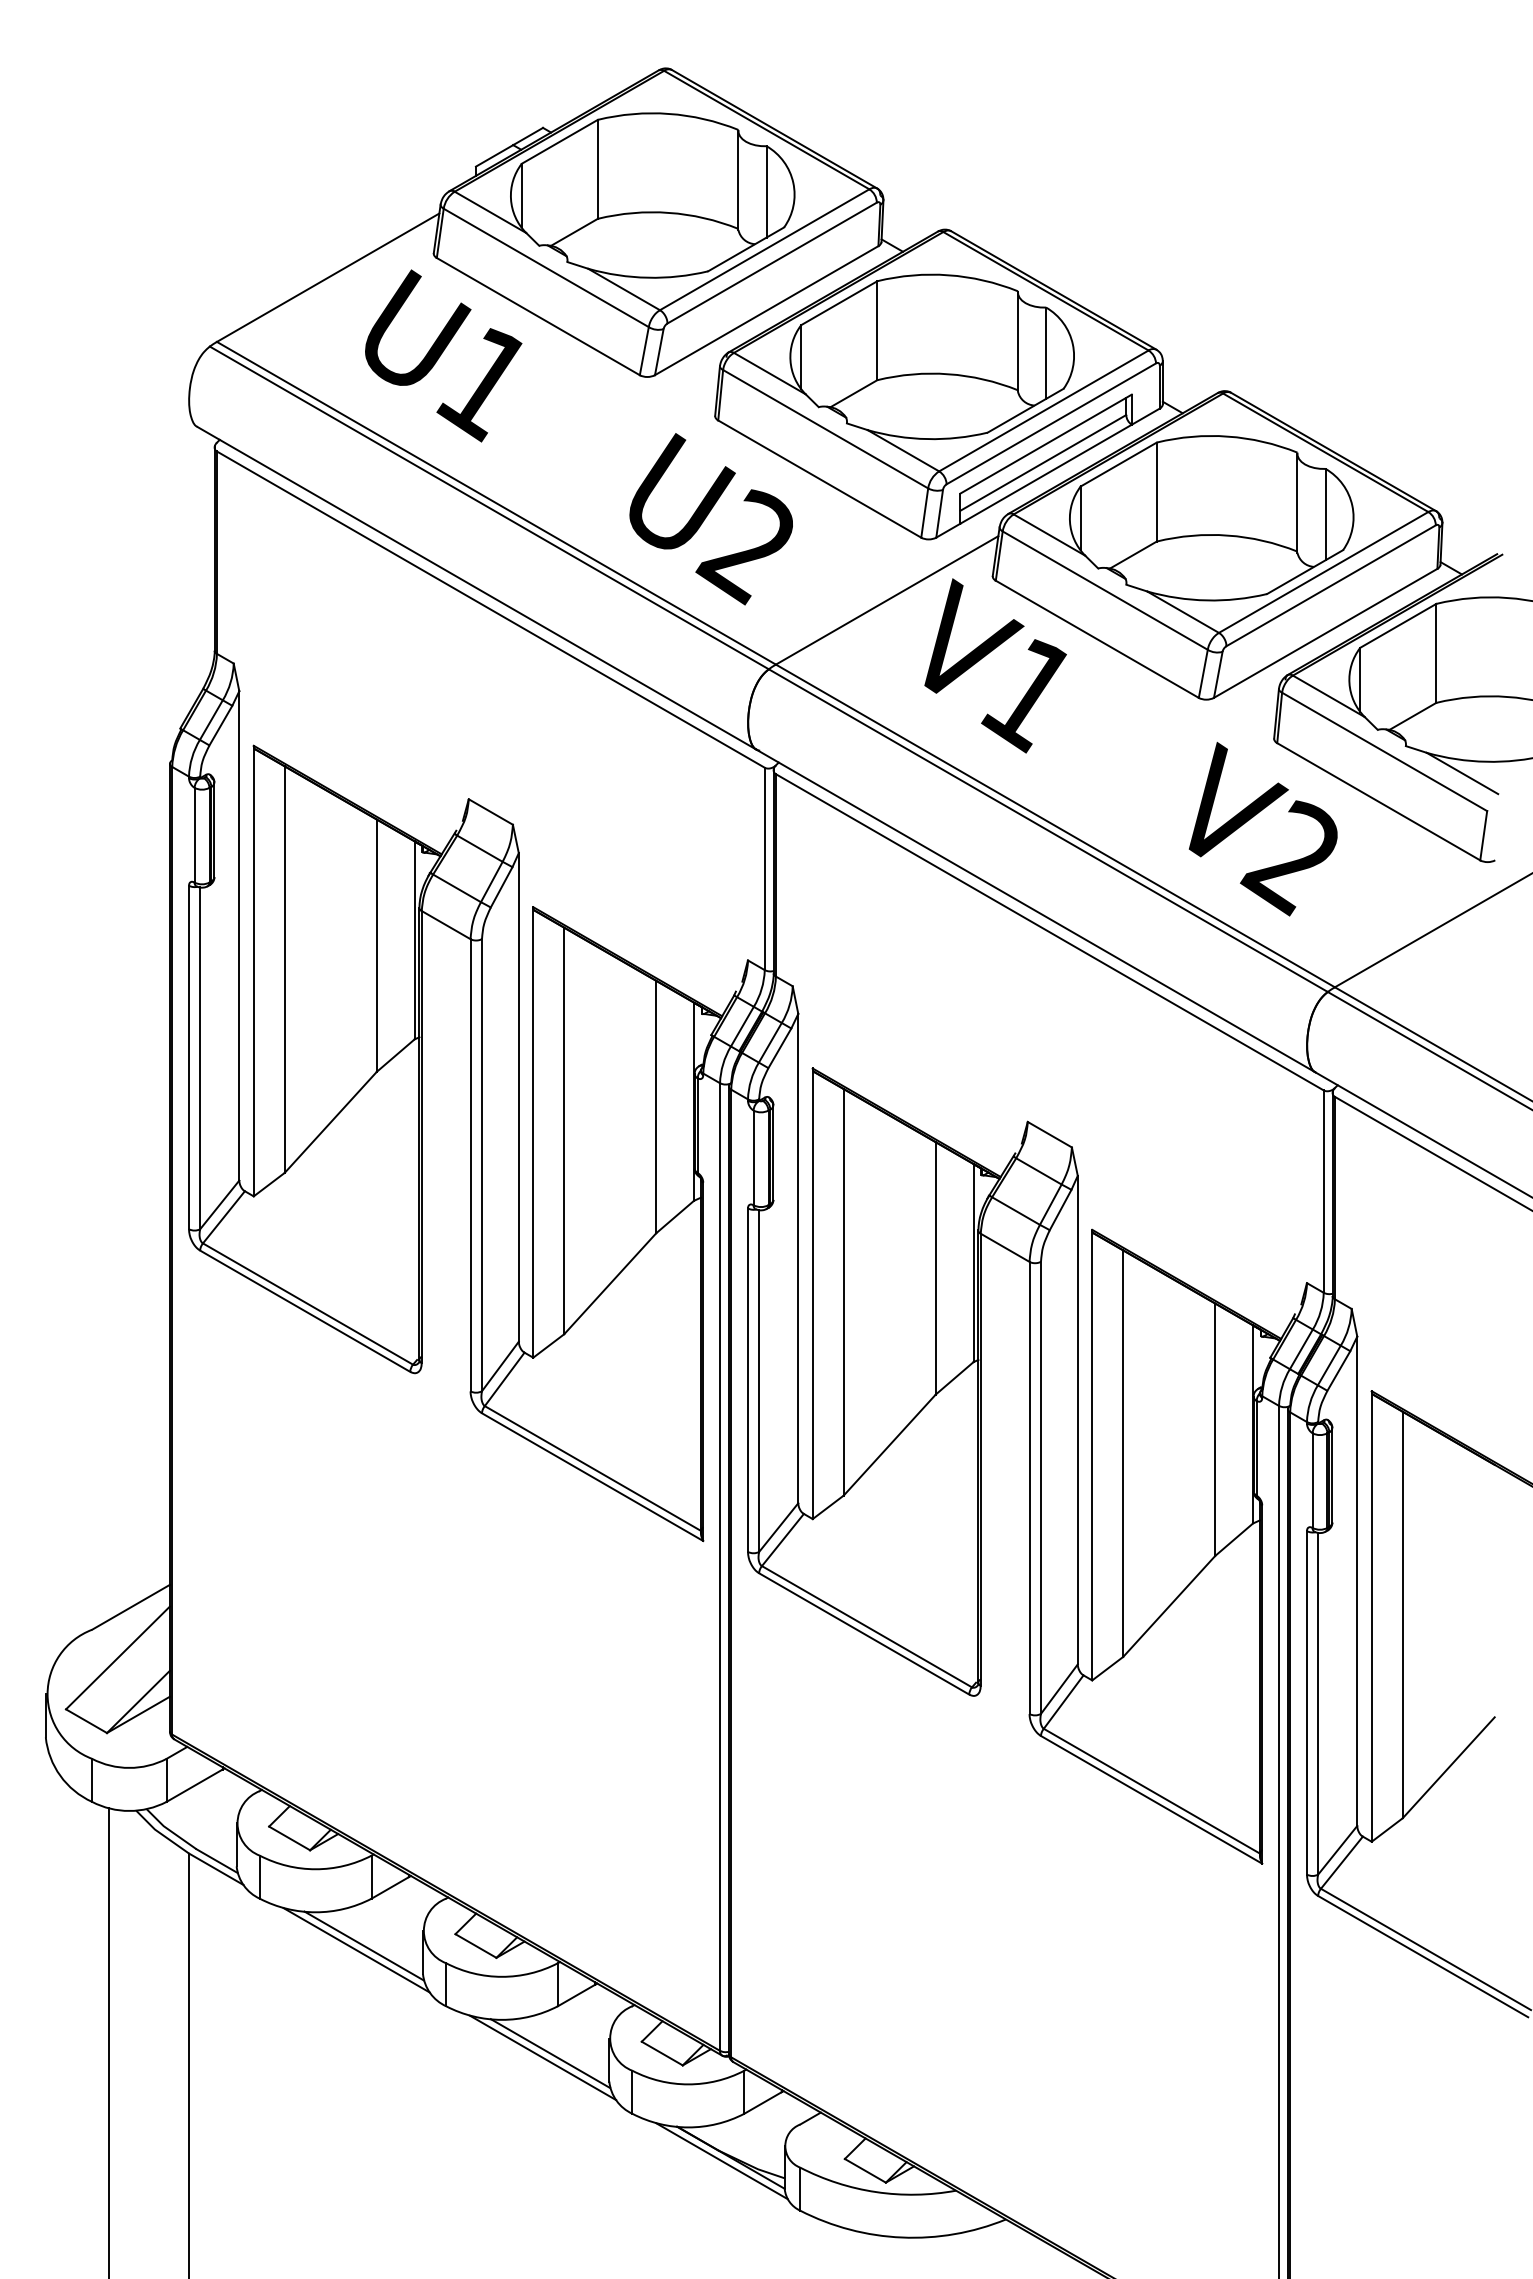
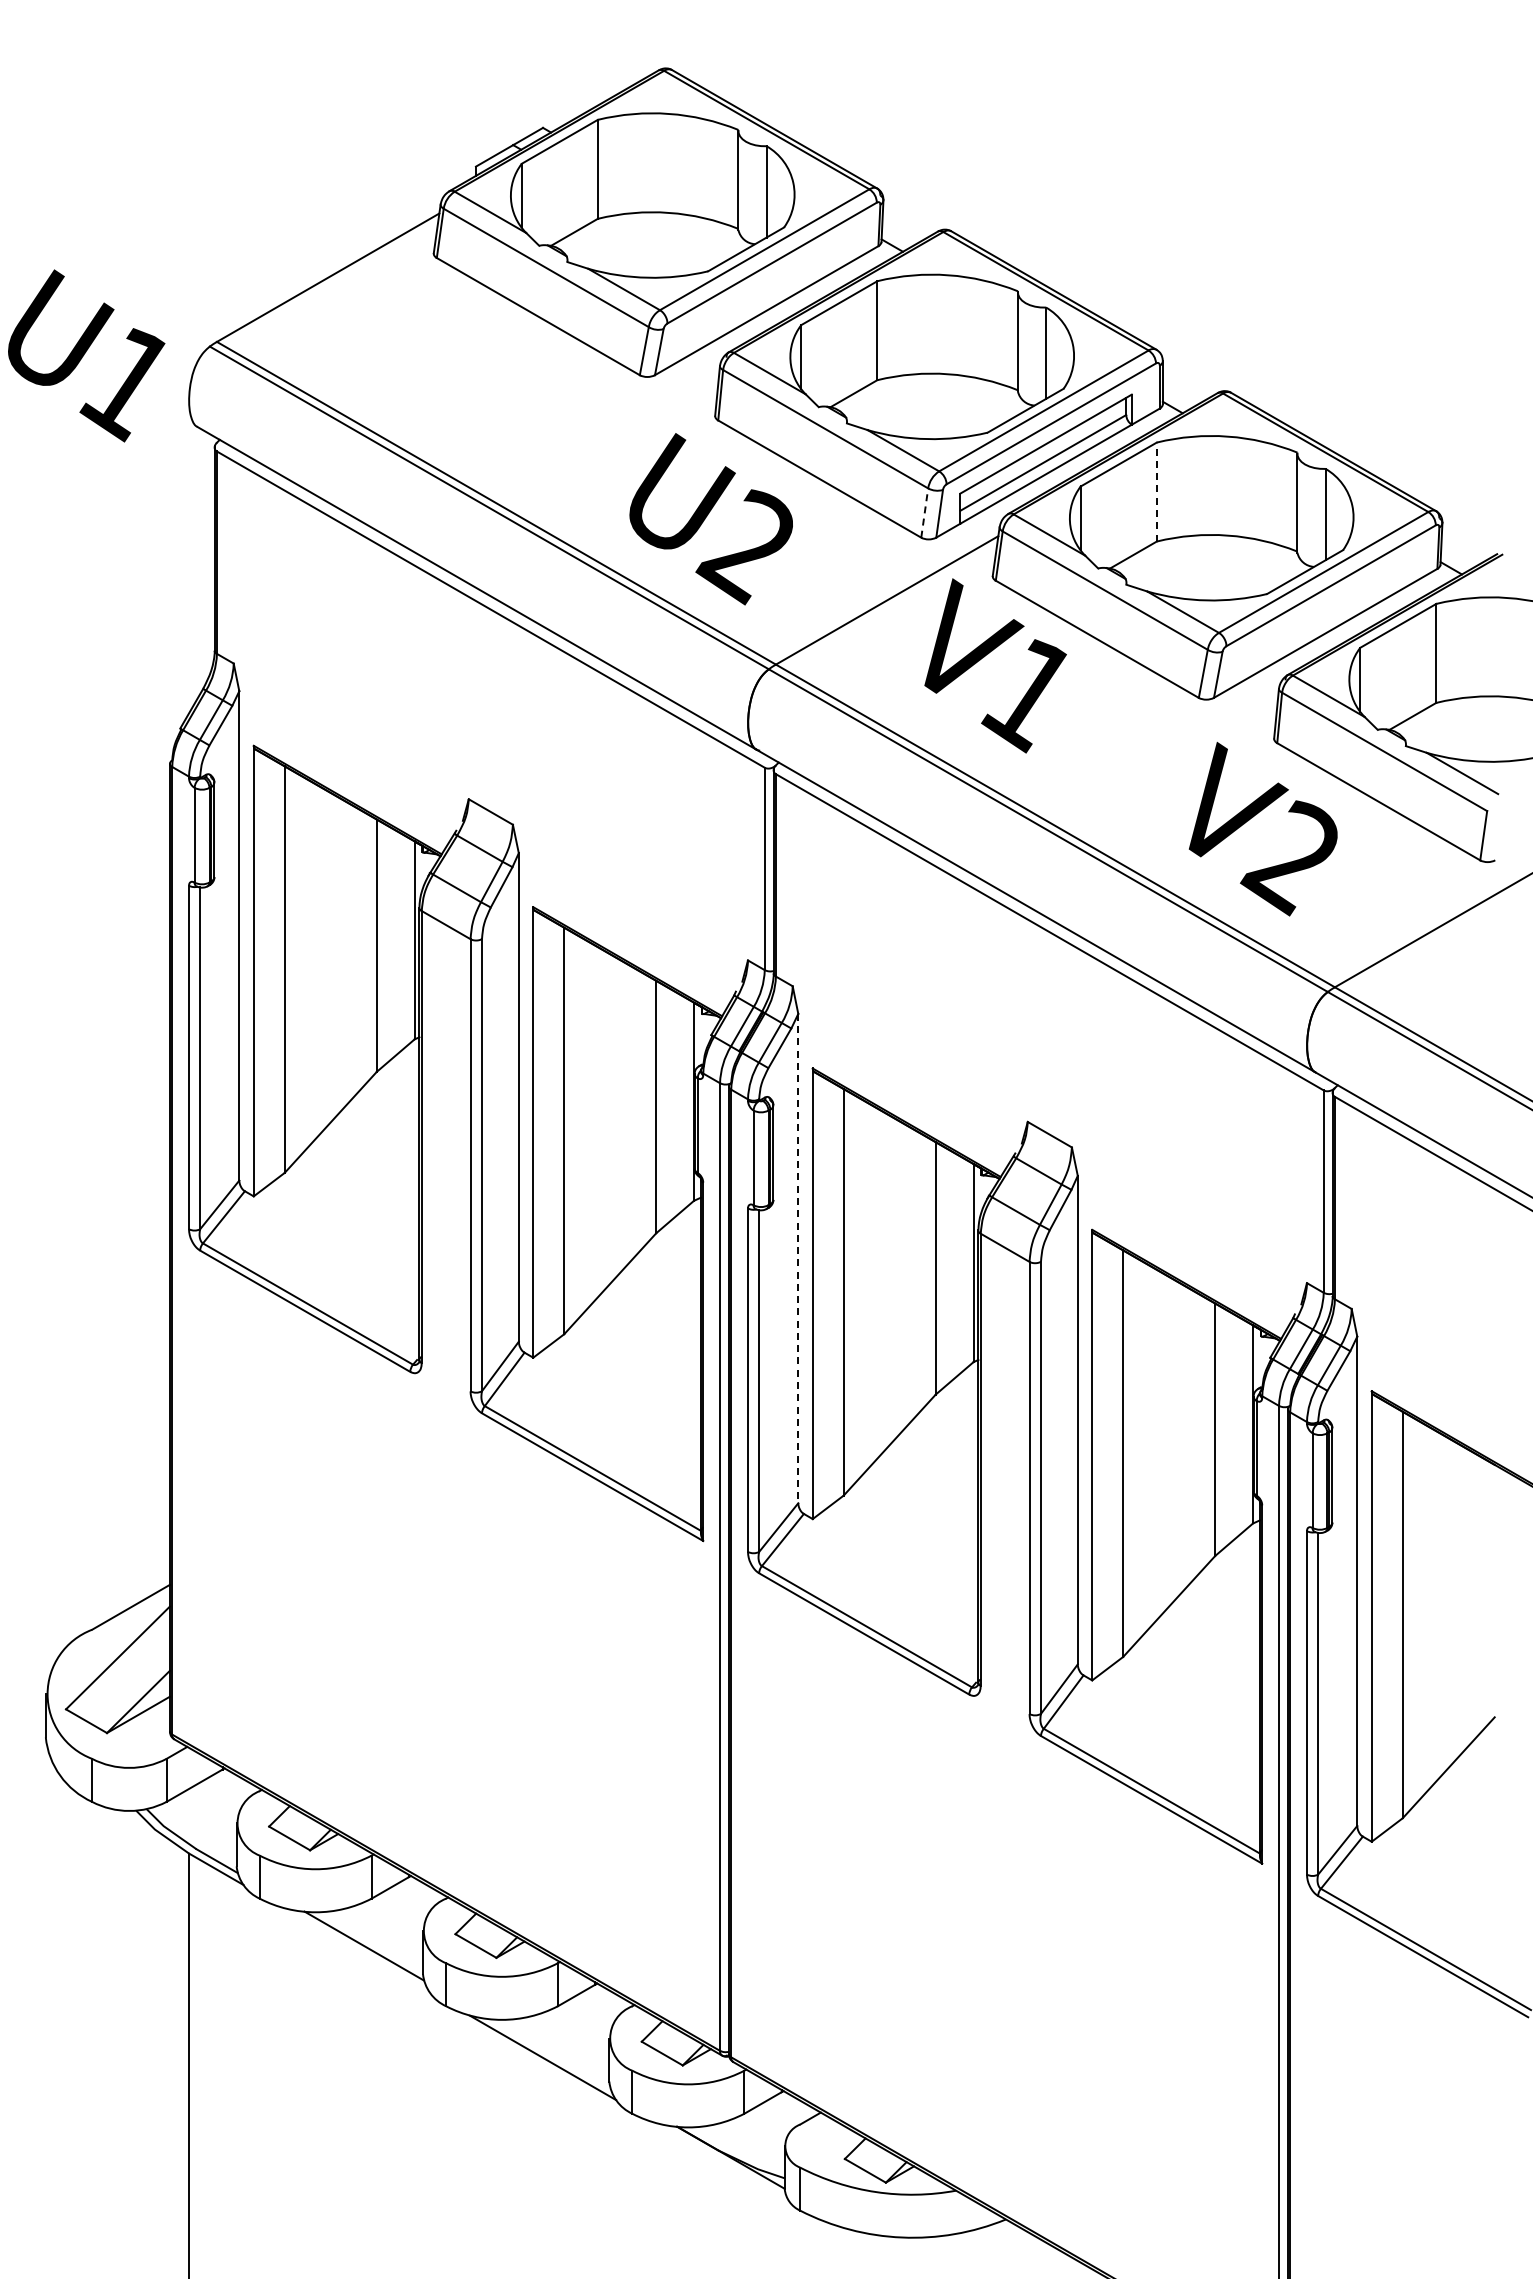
text at (443, 355) position: (443, 355) -> (86, 355)
line at (1156, 491): solid -> dashed
line at (924, 513): solid -> dashed
line at (798, 1258): solid -> dashed
line at (356, 1950): present -> none
line at (108, 2041): present -> none
line at (550, 2053): present -> none
line at (721, 2161): present -> none
